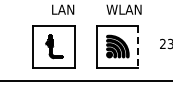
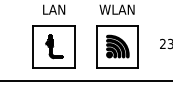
text at (63, 9) position: (63, 9) -> (54, 9)
text at (123, 9) position: (123, 9) -> (116, 9)
line at (138, 47): dashed -> solid
